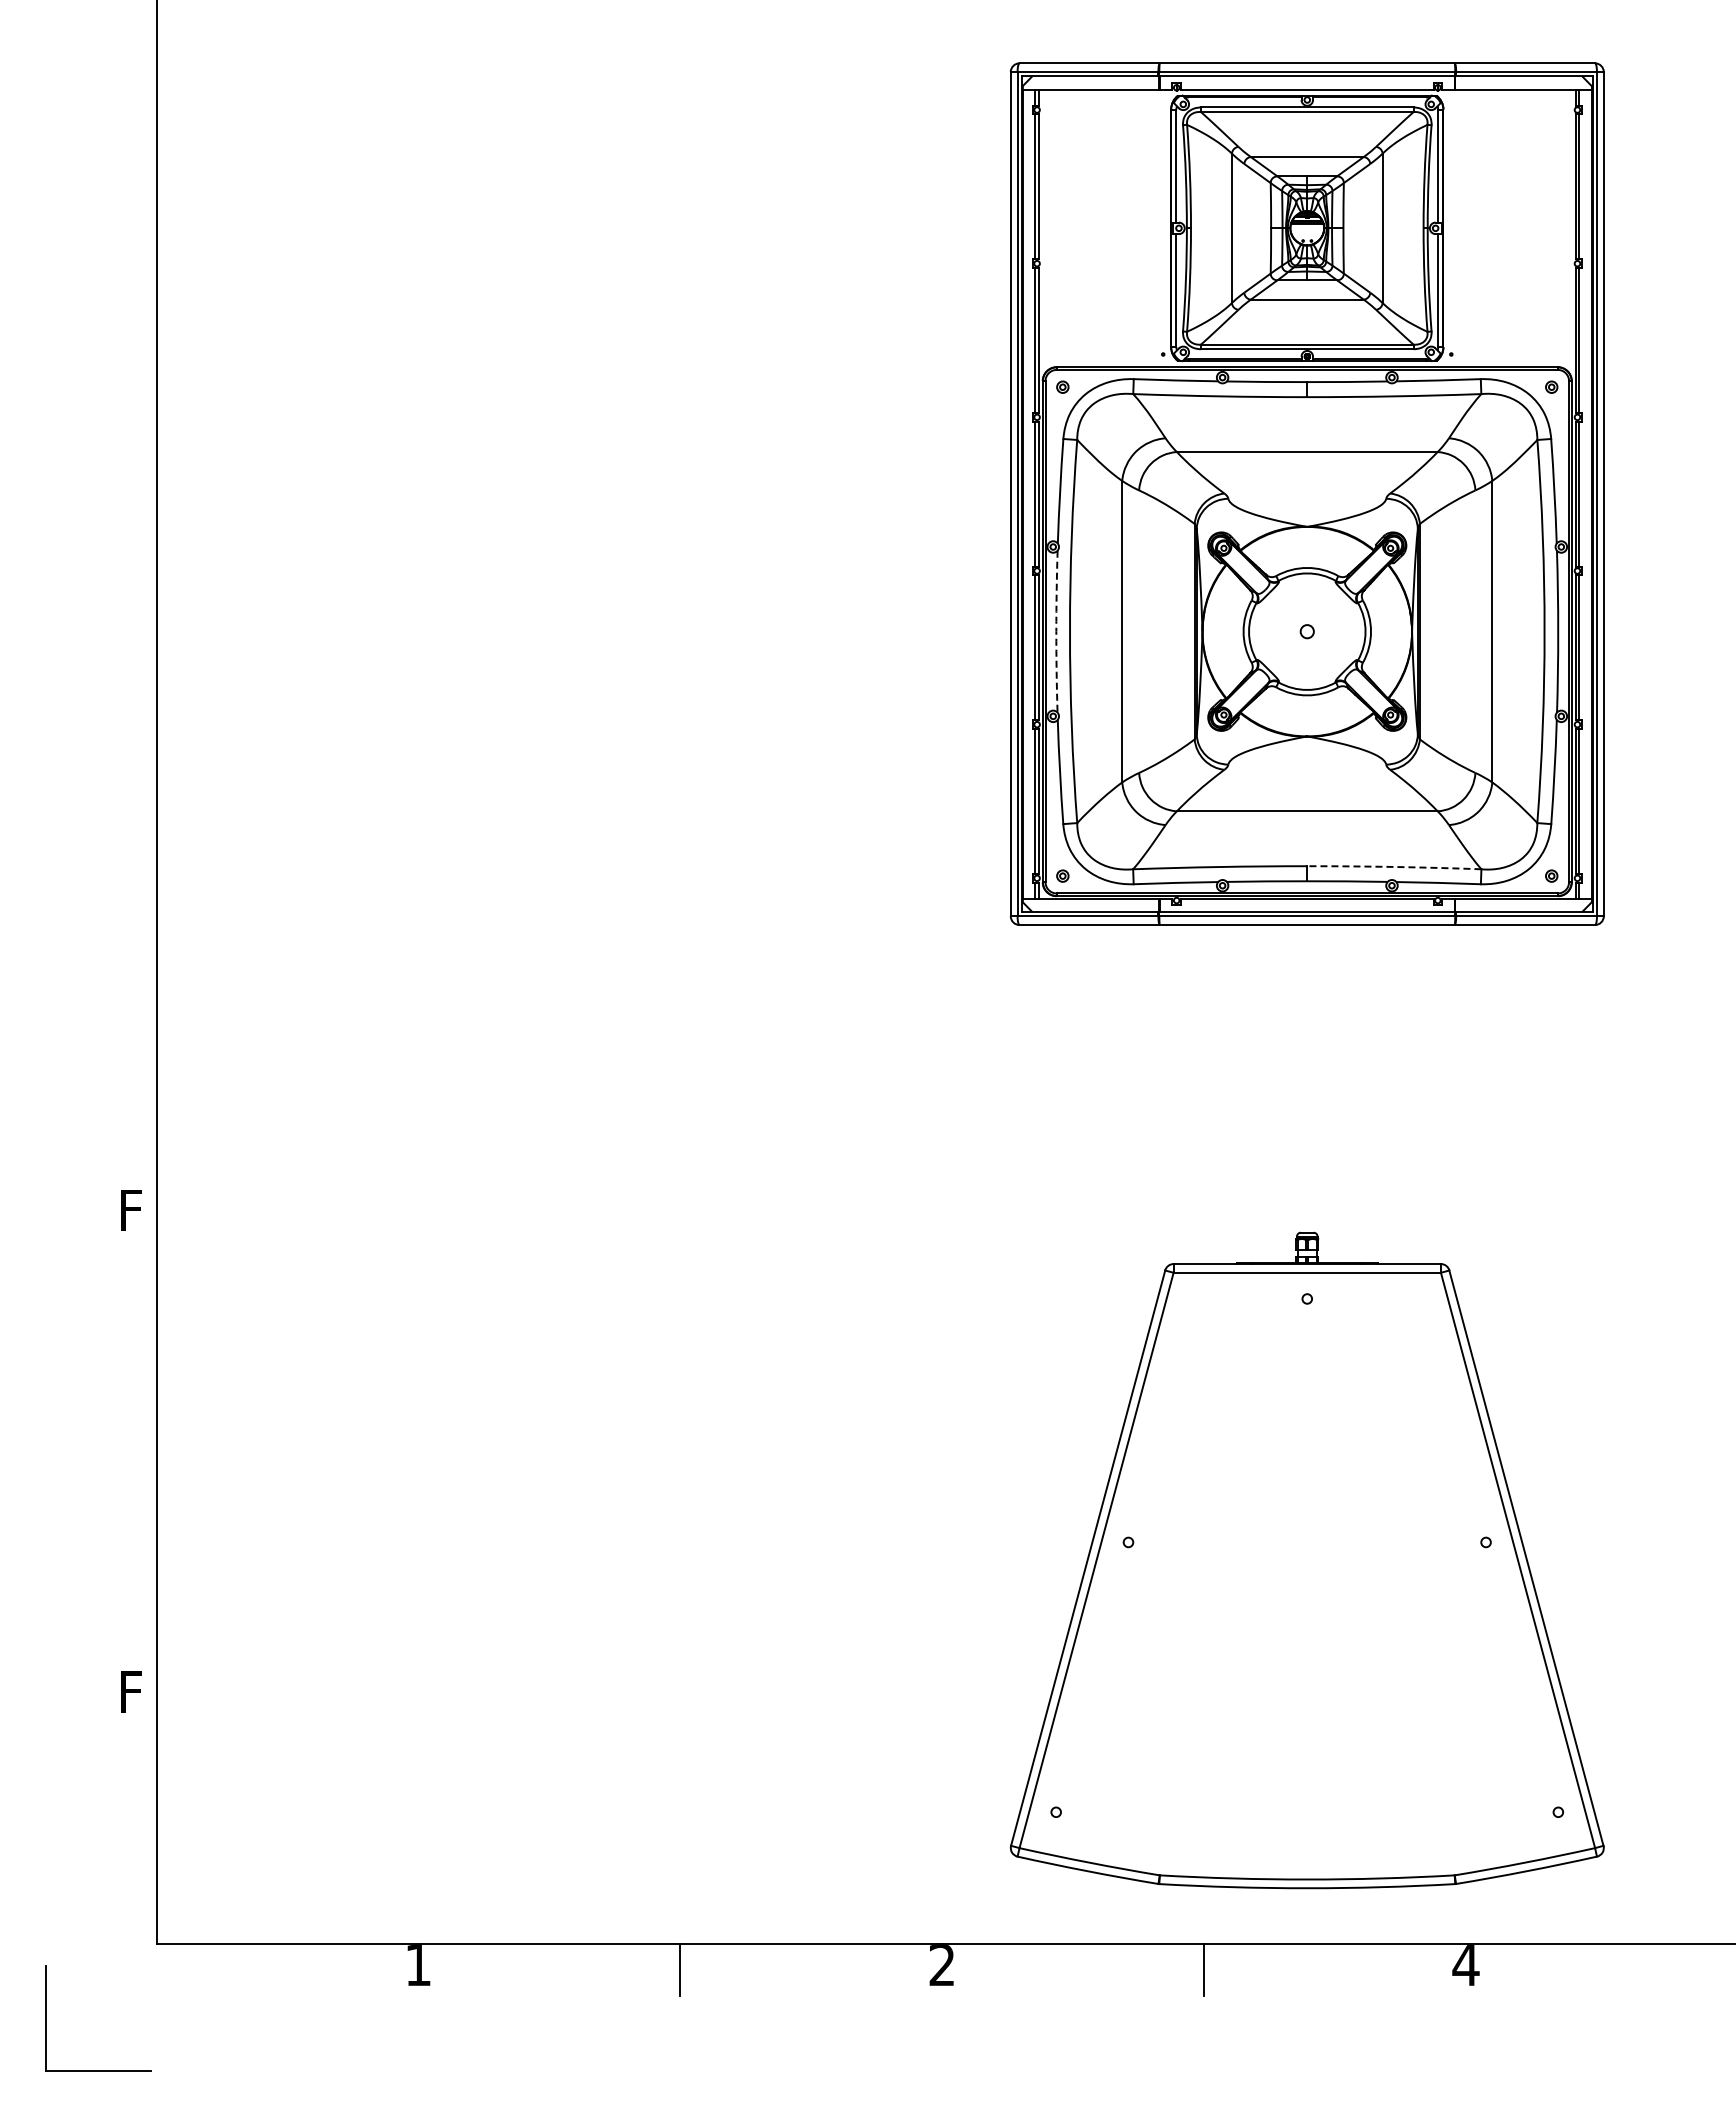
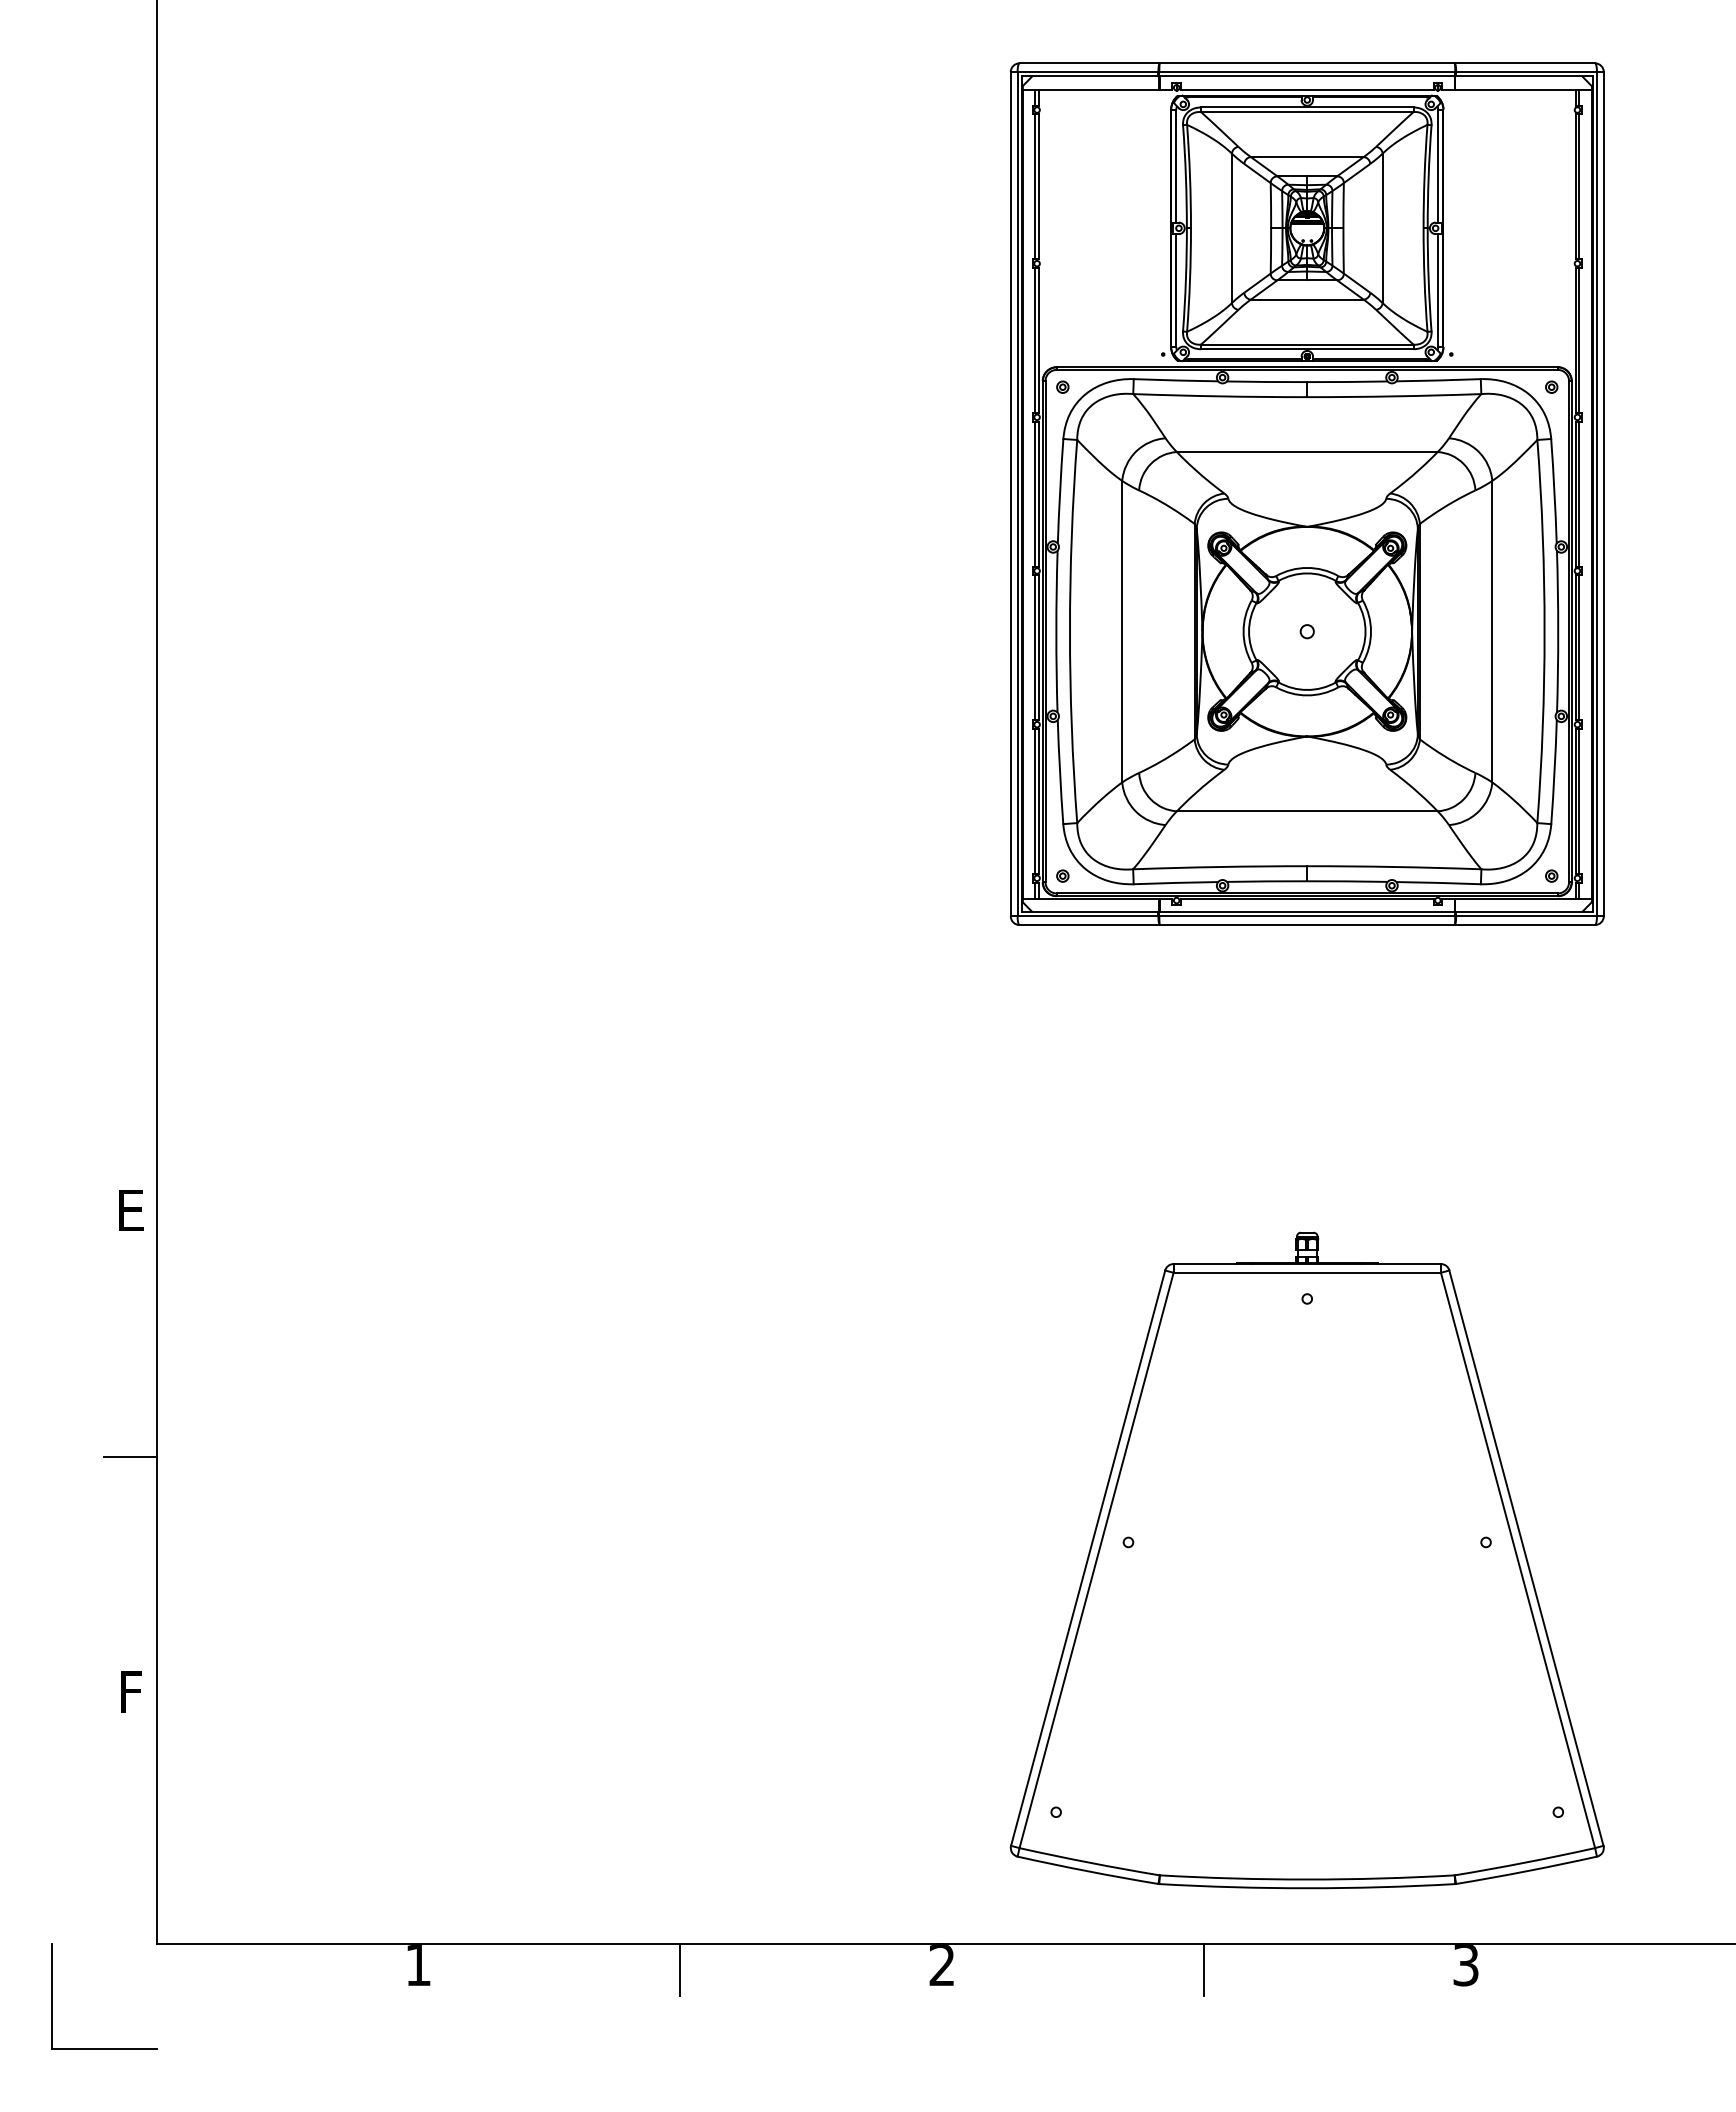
arc at (1056, 631): dashed -> solid
arc at (1394, 866): dashed -> solid
text at (131, 1210): F -> E
line at (130, 1456): none -> present
text at (1465, 1965): 4 -> 3
part at (46, 2018) position: (46, 2018) -> (52, 1996)
